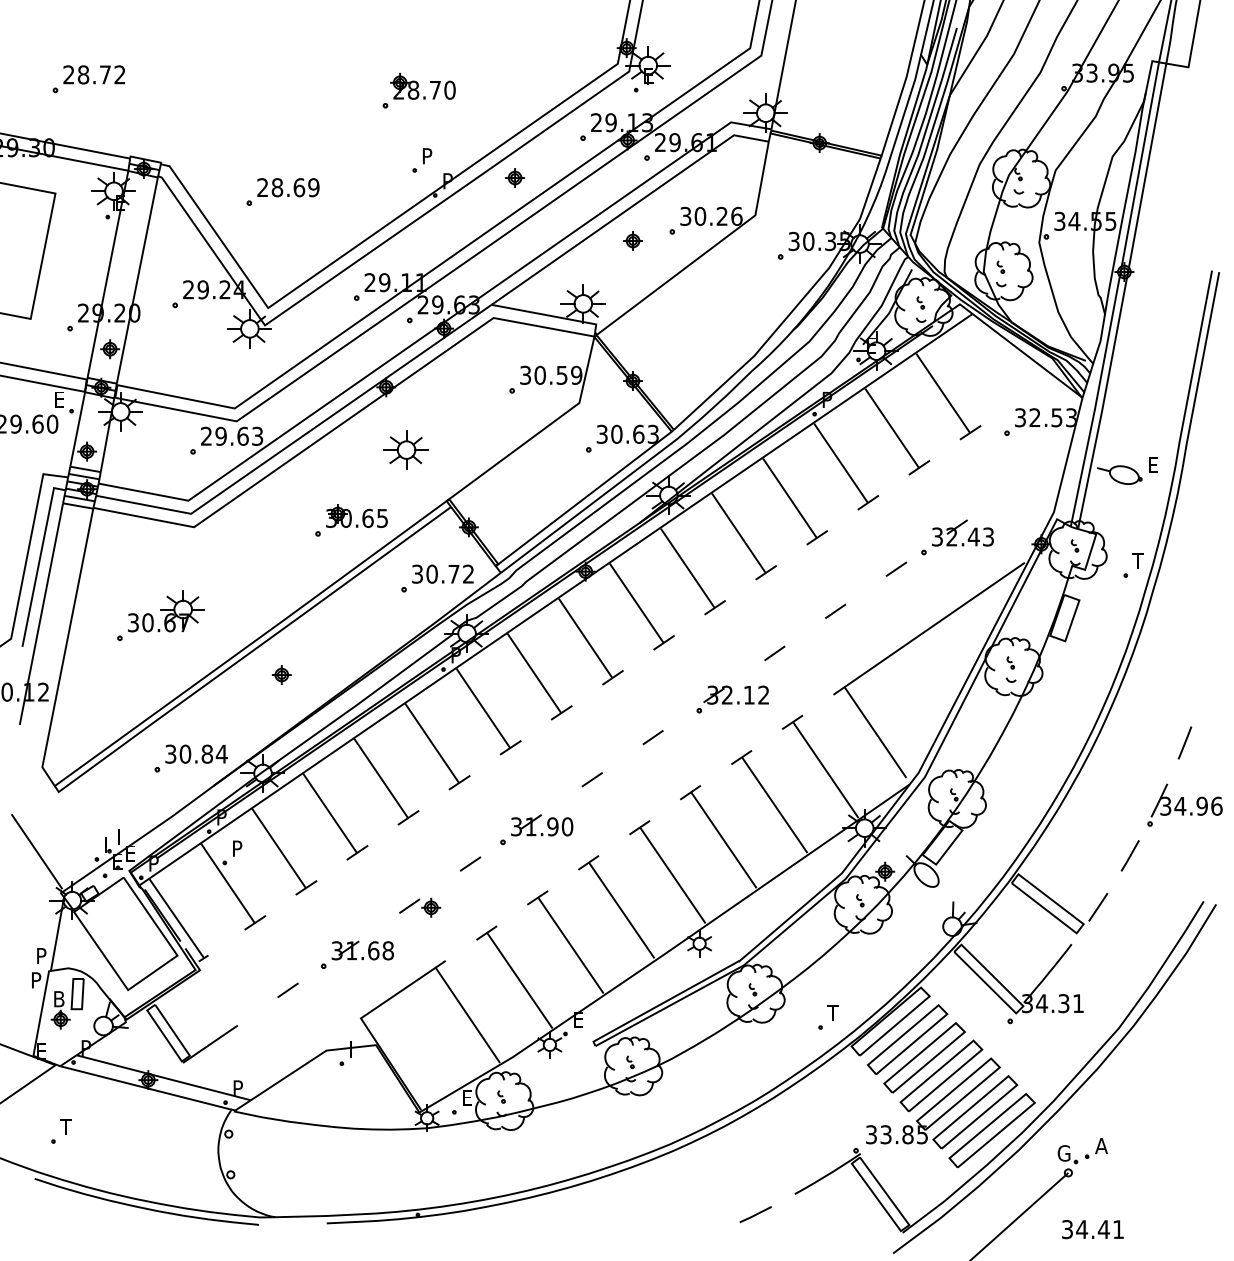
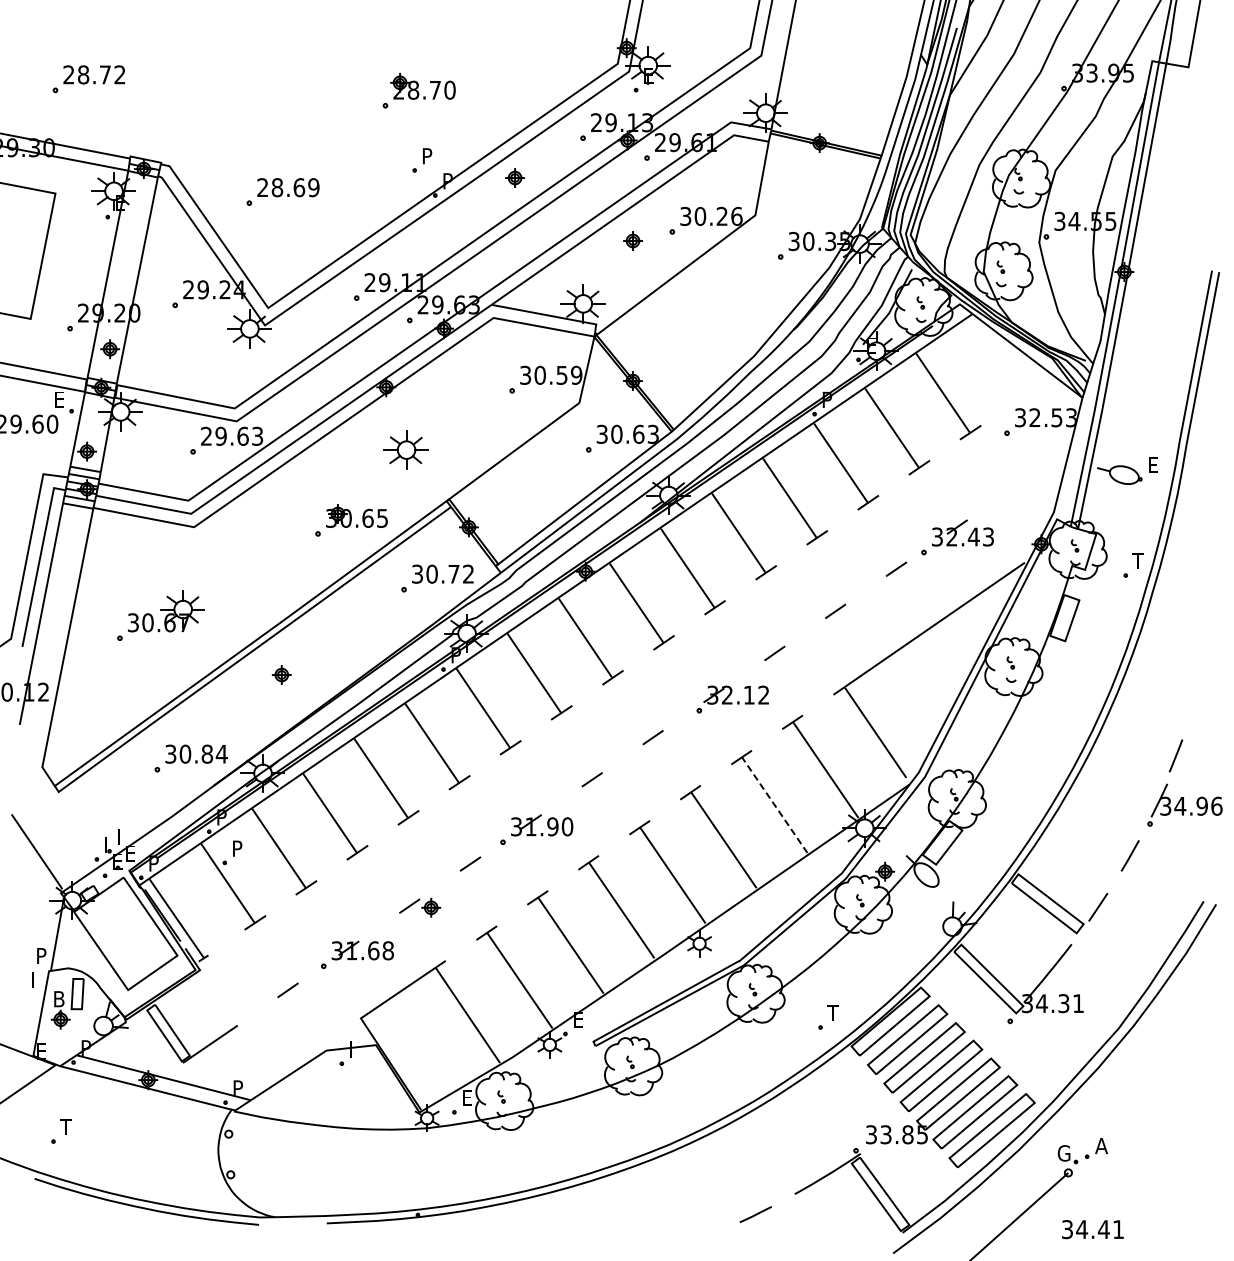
line at (1184, 742) position: (1184, 742) -> (1175, 755)
line at (774, 805): solid -> dashed
text at (36, 980): P -> I
